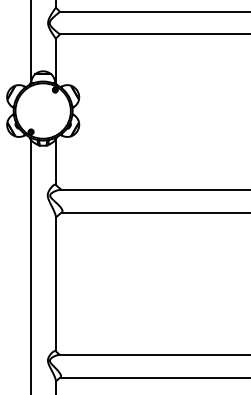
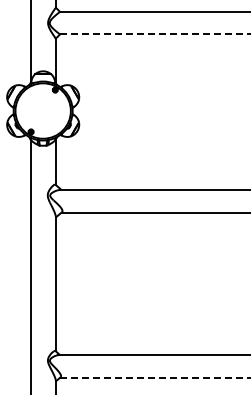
line at (155, 34): solid -> dashed
line at (156, 377): solid -> dashed
